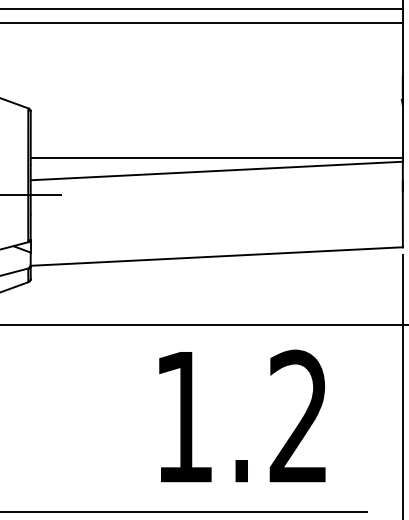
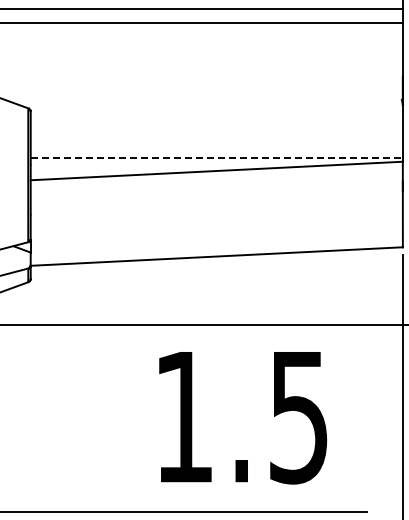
line at (217, 158): solid -> dashed
line at (31, 195): present -> none
text at (298, 416): 1.2 -> 1.5
